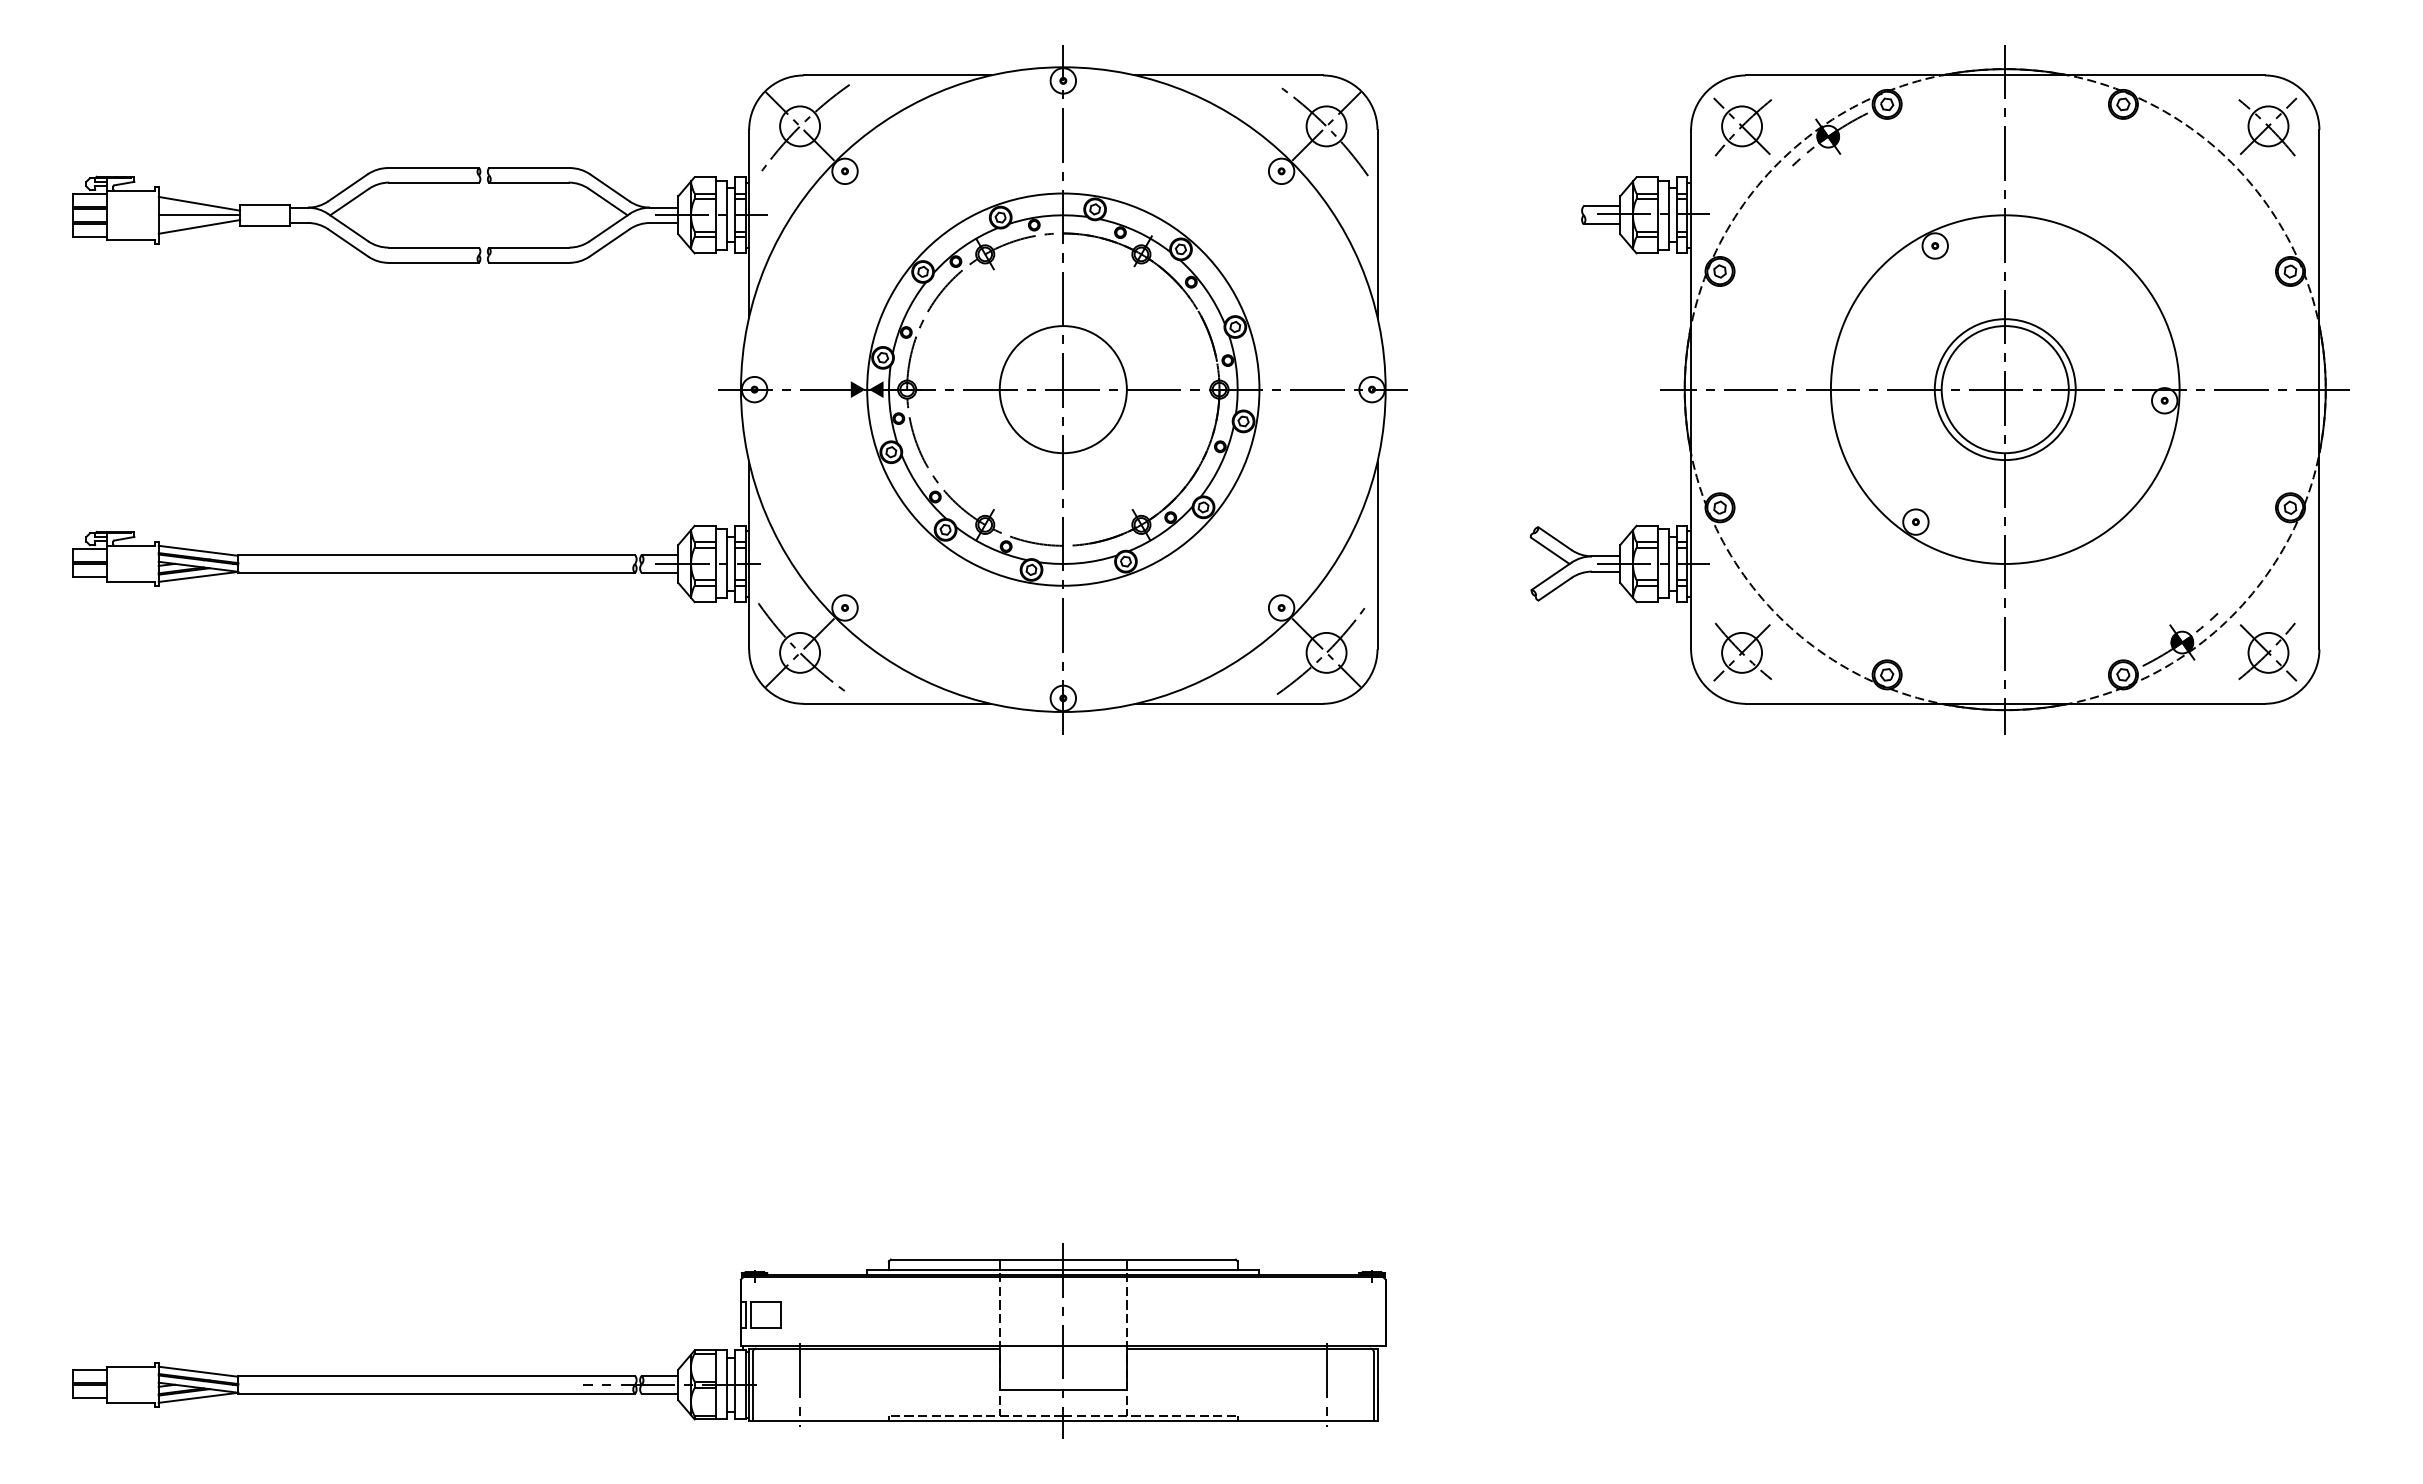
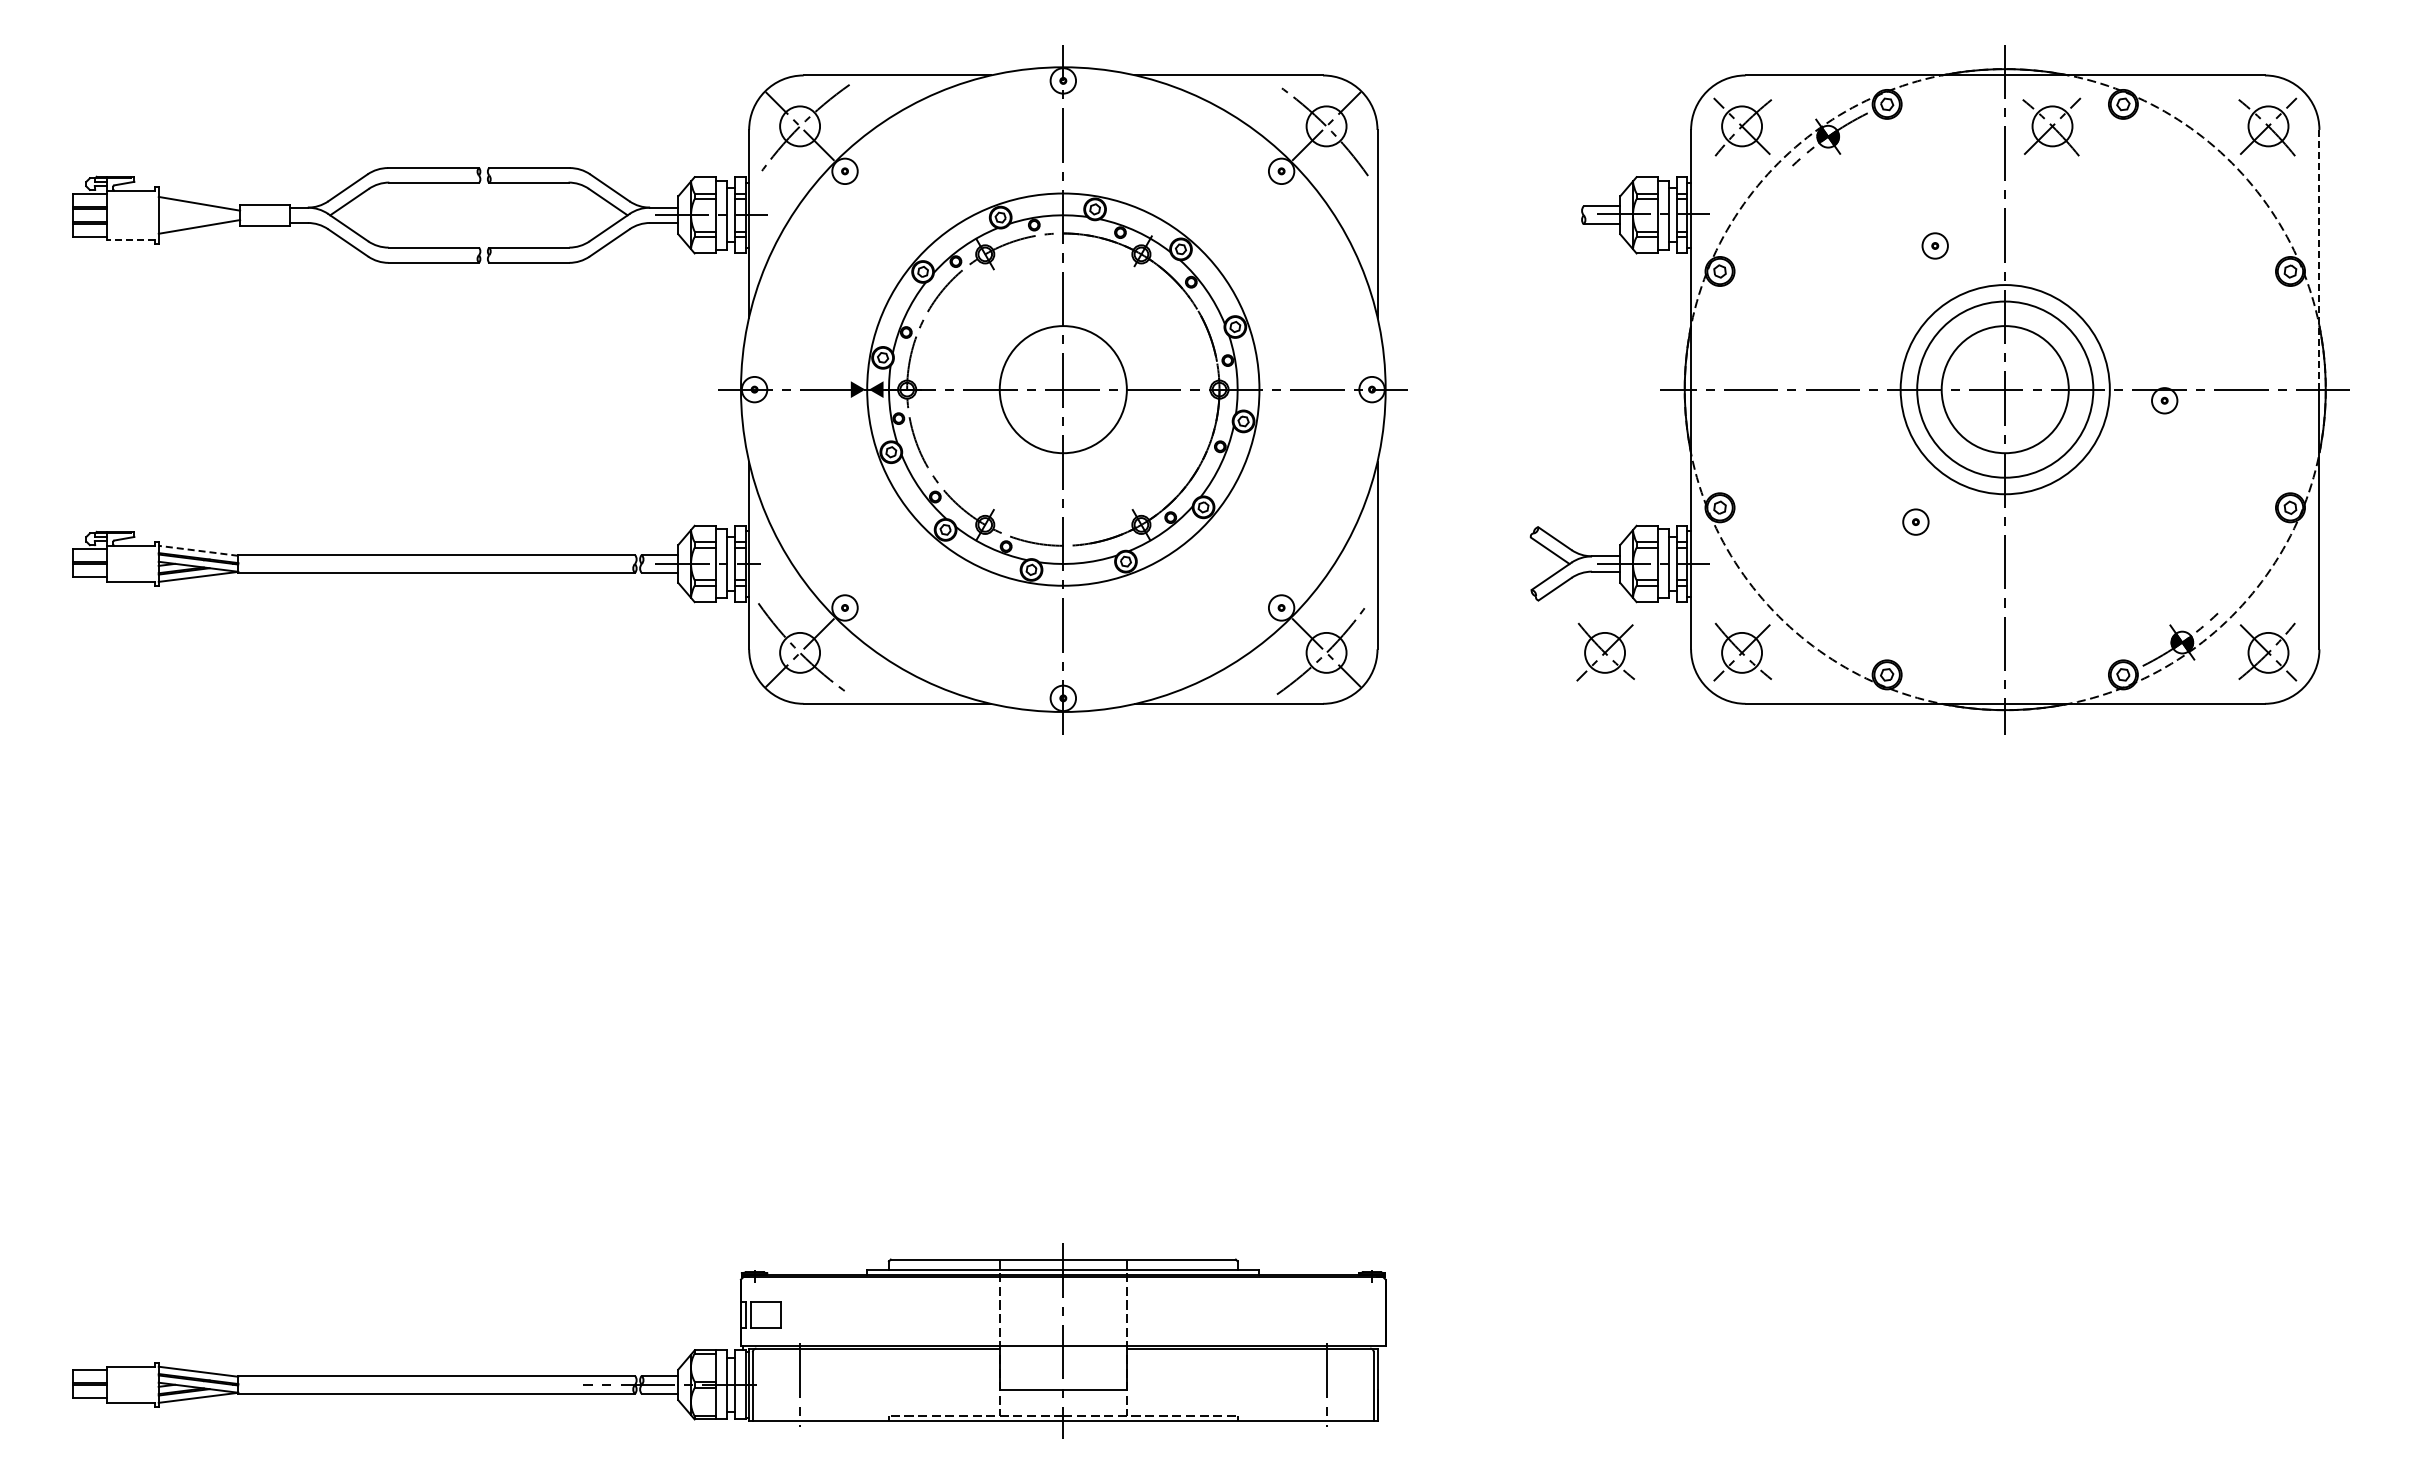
part at (2051, 126): none -> present
line at (199, 215): present -> none
line at (130, 240): solid -> dashed
line at (2319, 259): solid -> dashed
circle at (2004, 389) diameter: 141 px -> 176 px
circle at (2004, 389) diameter: 349 px -> 209 px
line at (198, 550): solid -> dashed
part at (1605, 652): none -> present
